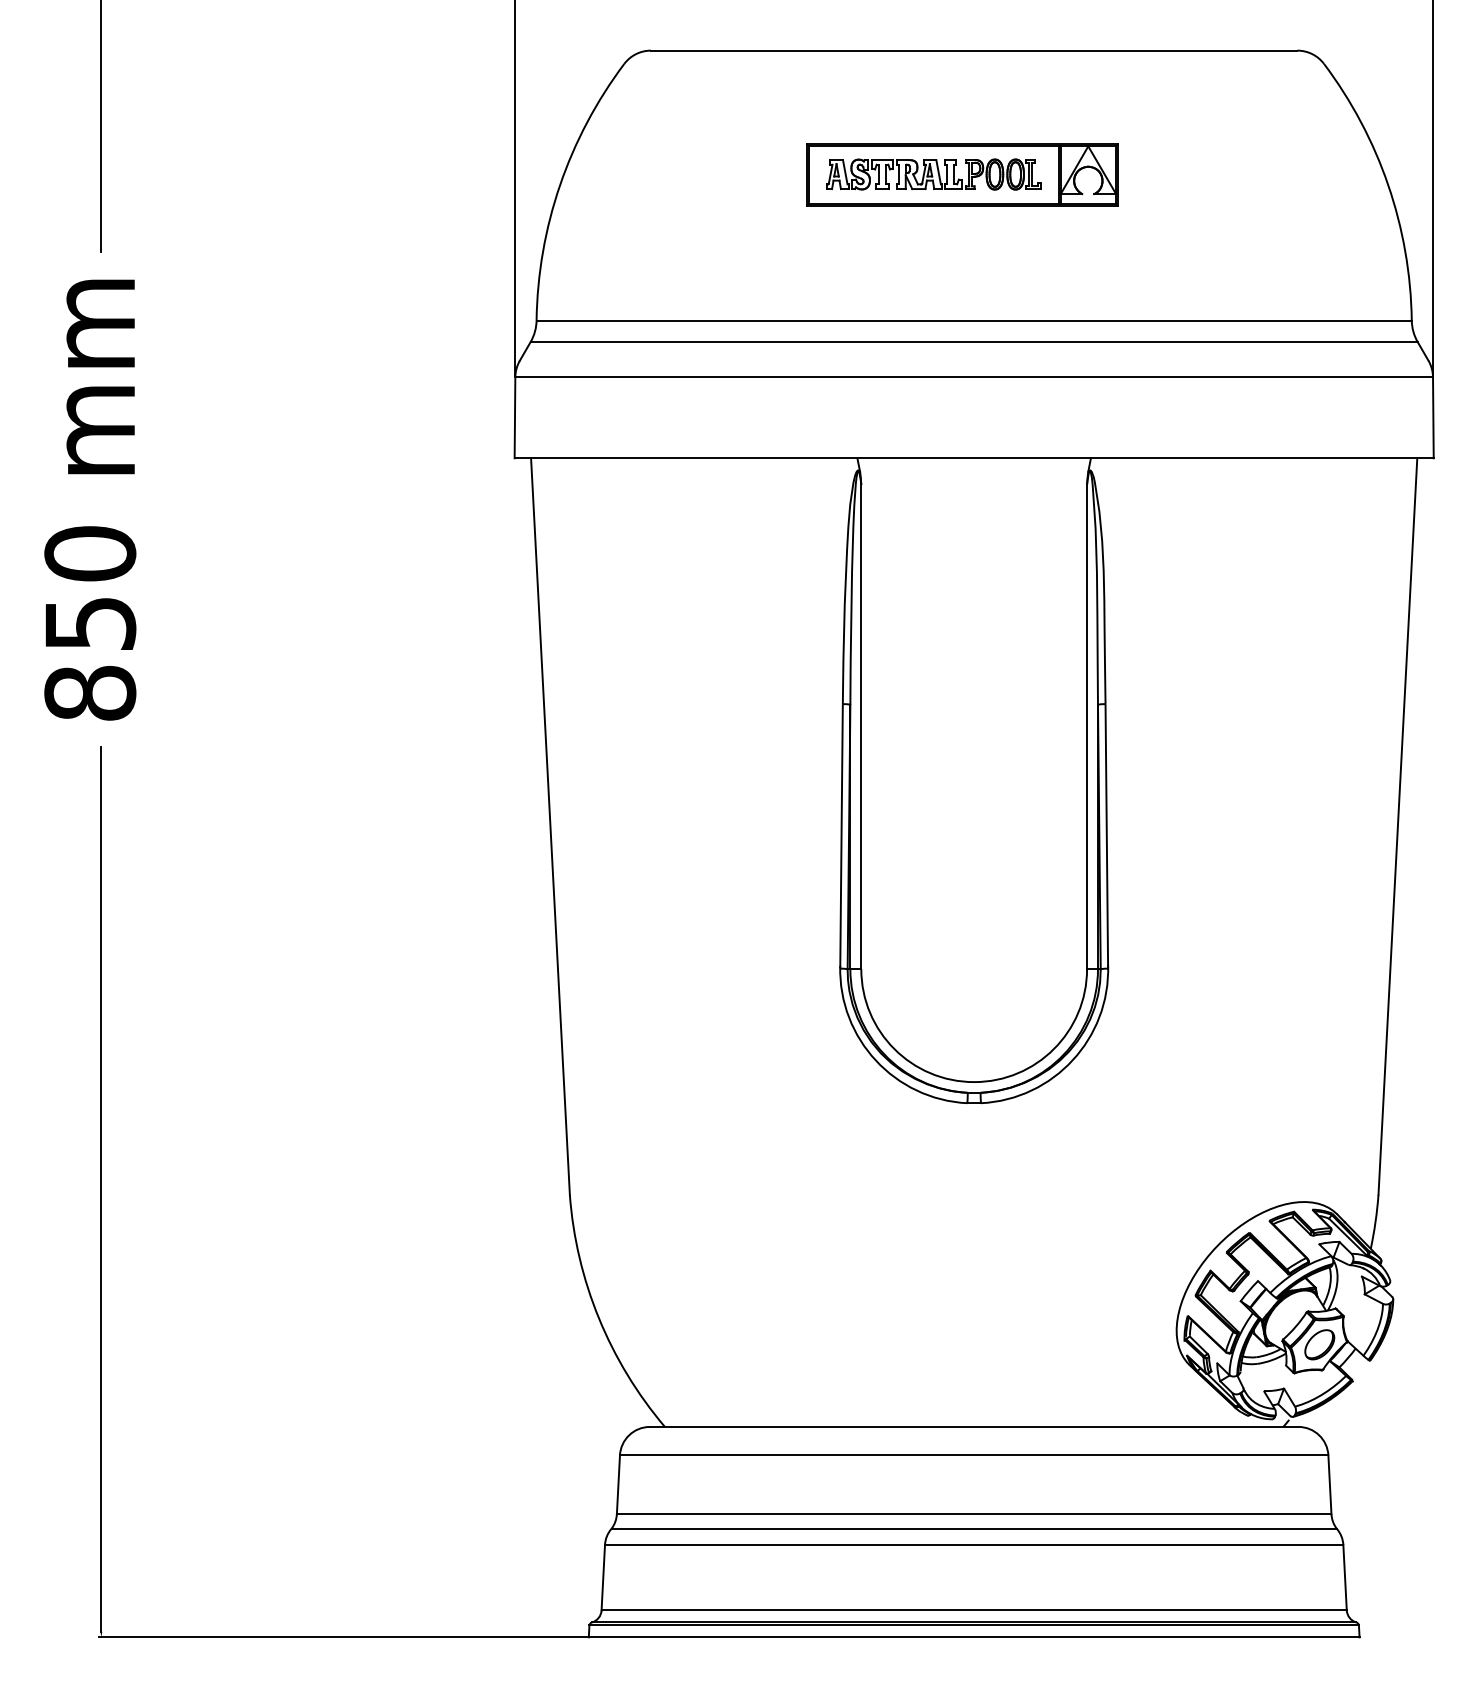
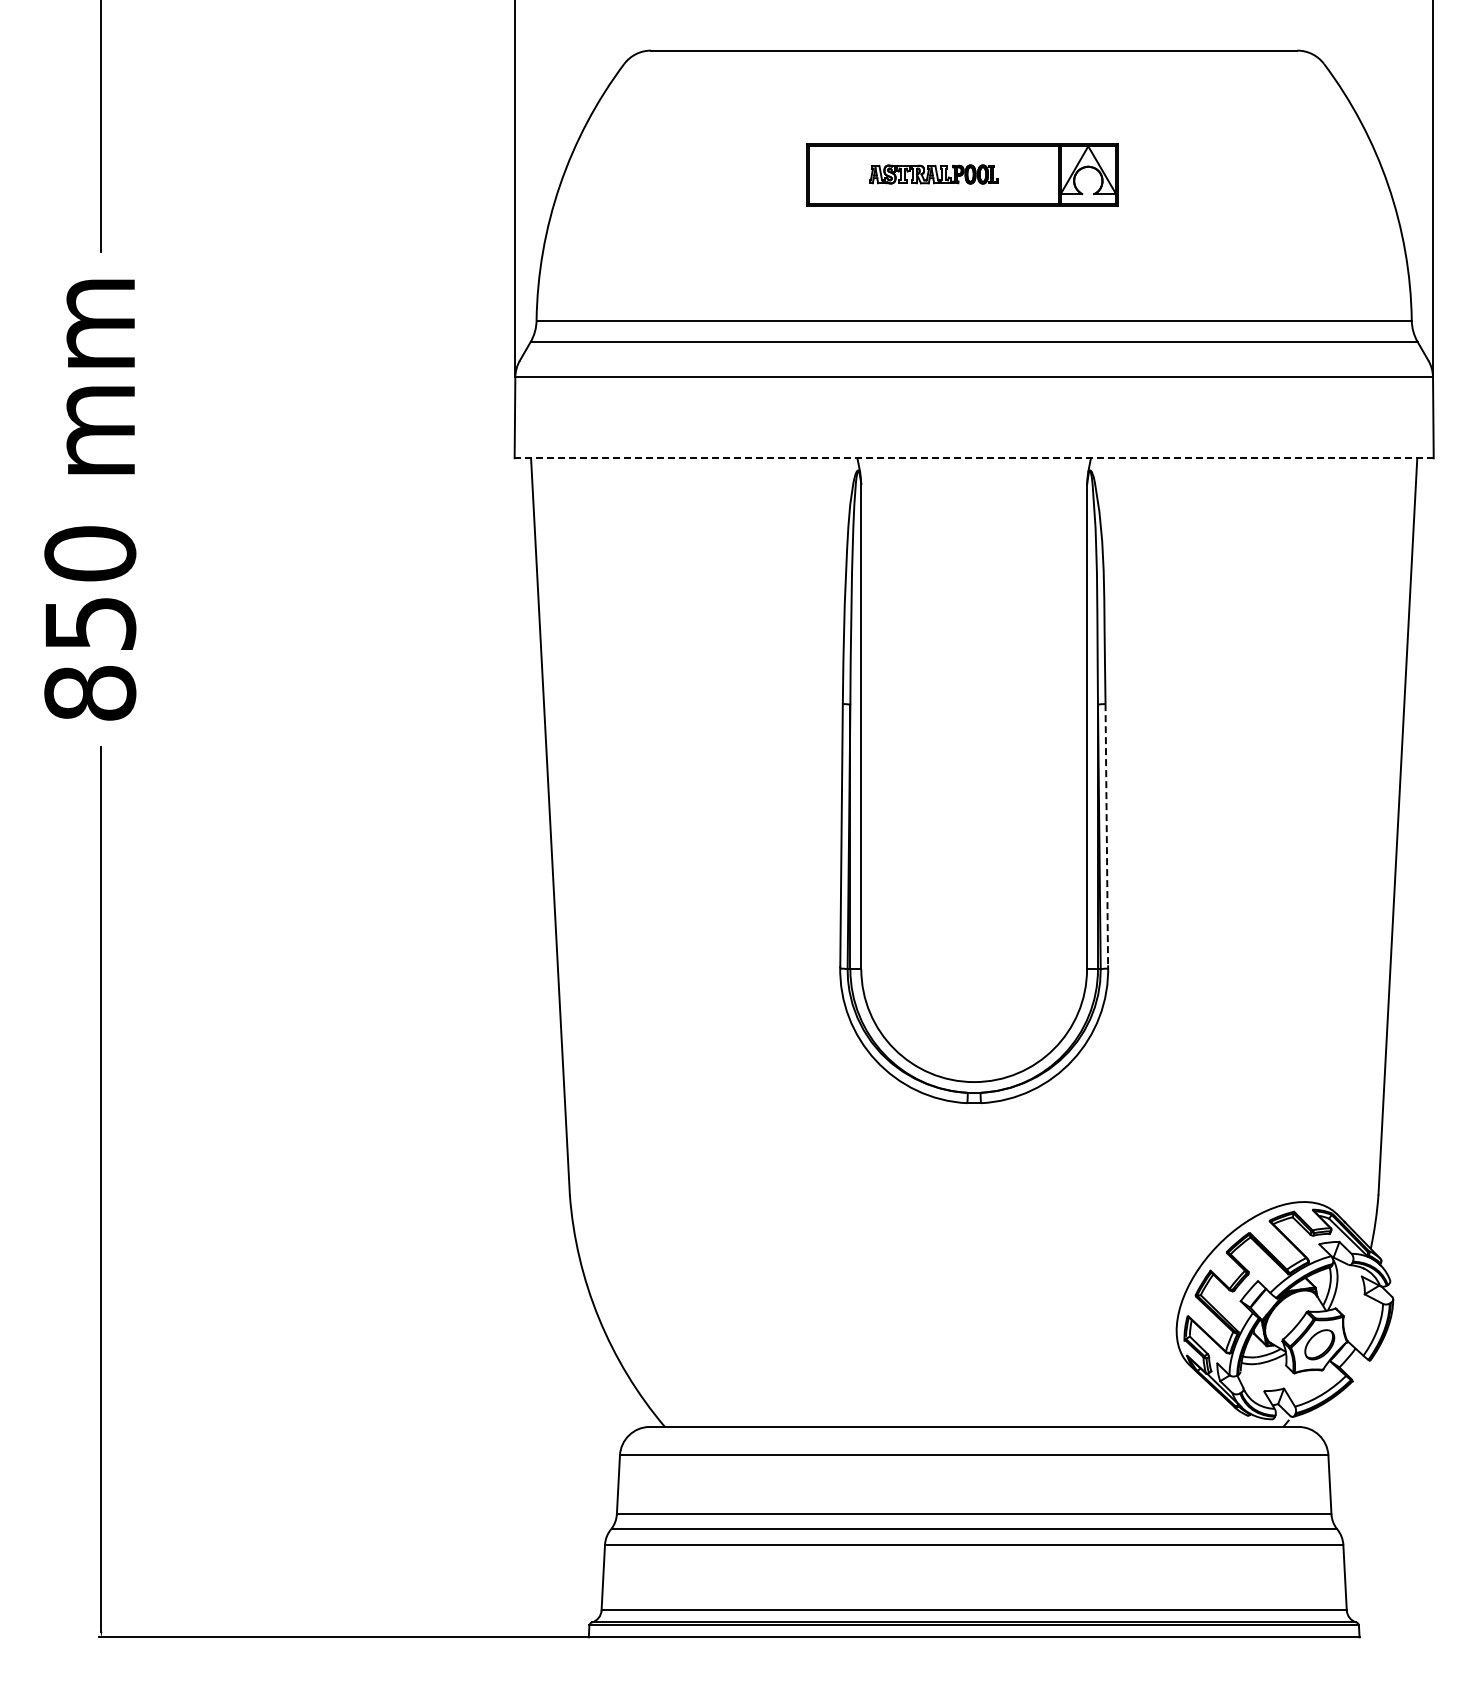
part at (933, 174) size: 216x33 px -> 130x21 px
line at (974, 458): solid -> dashed
line at (1106, 834): solid -> dashed
